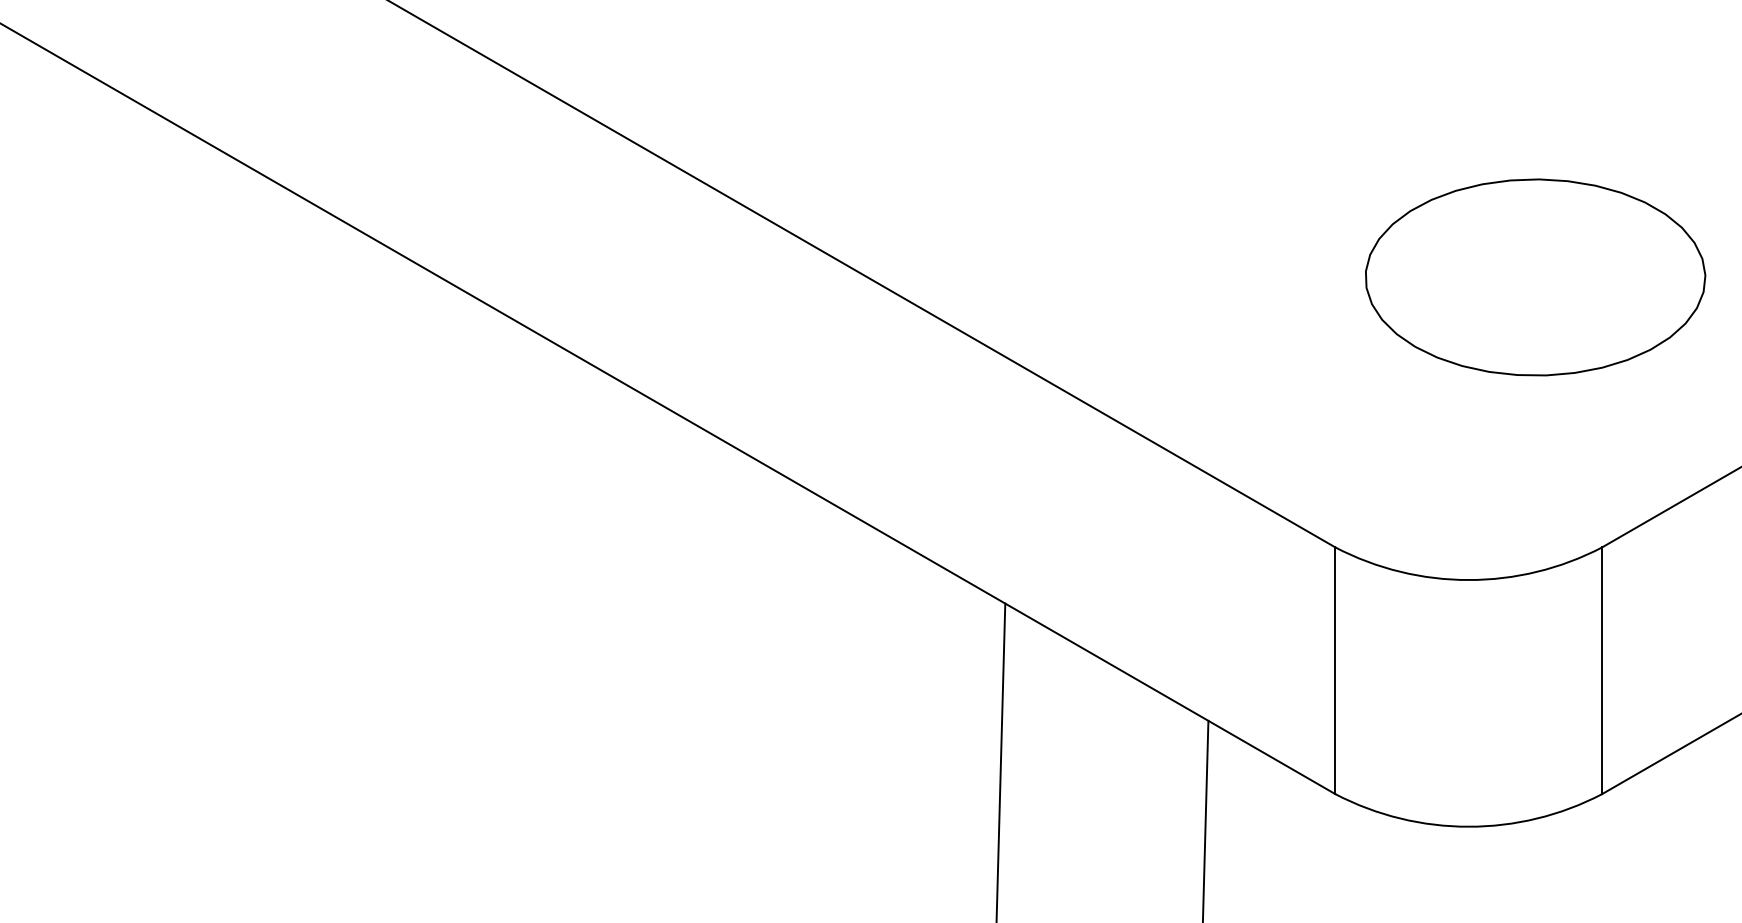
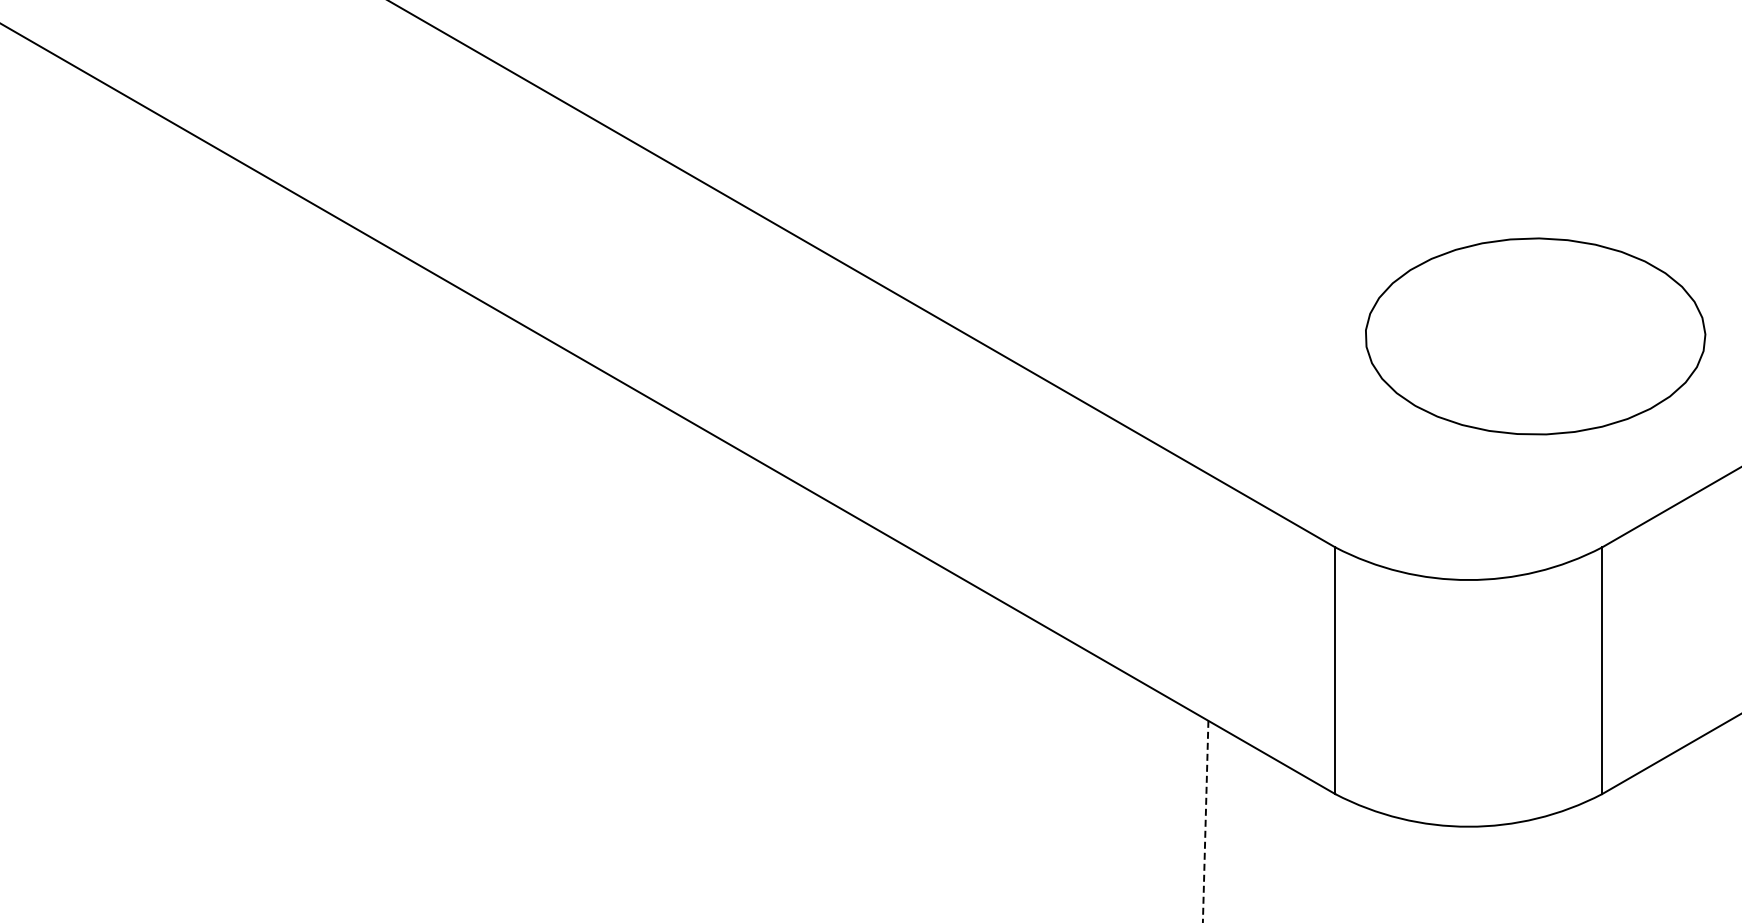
part at (1535, 277) position: (1535, 277) -> (1535, 336)
line at (1000, 761): present -> none
line at (1205, 821): solid -> dashed
